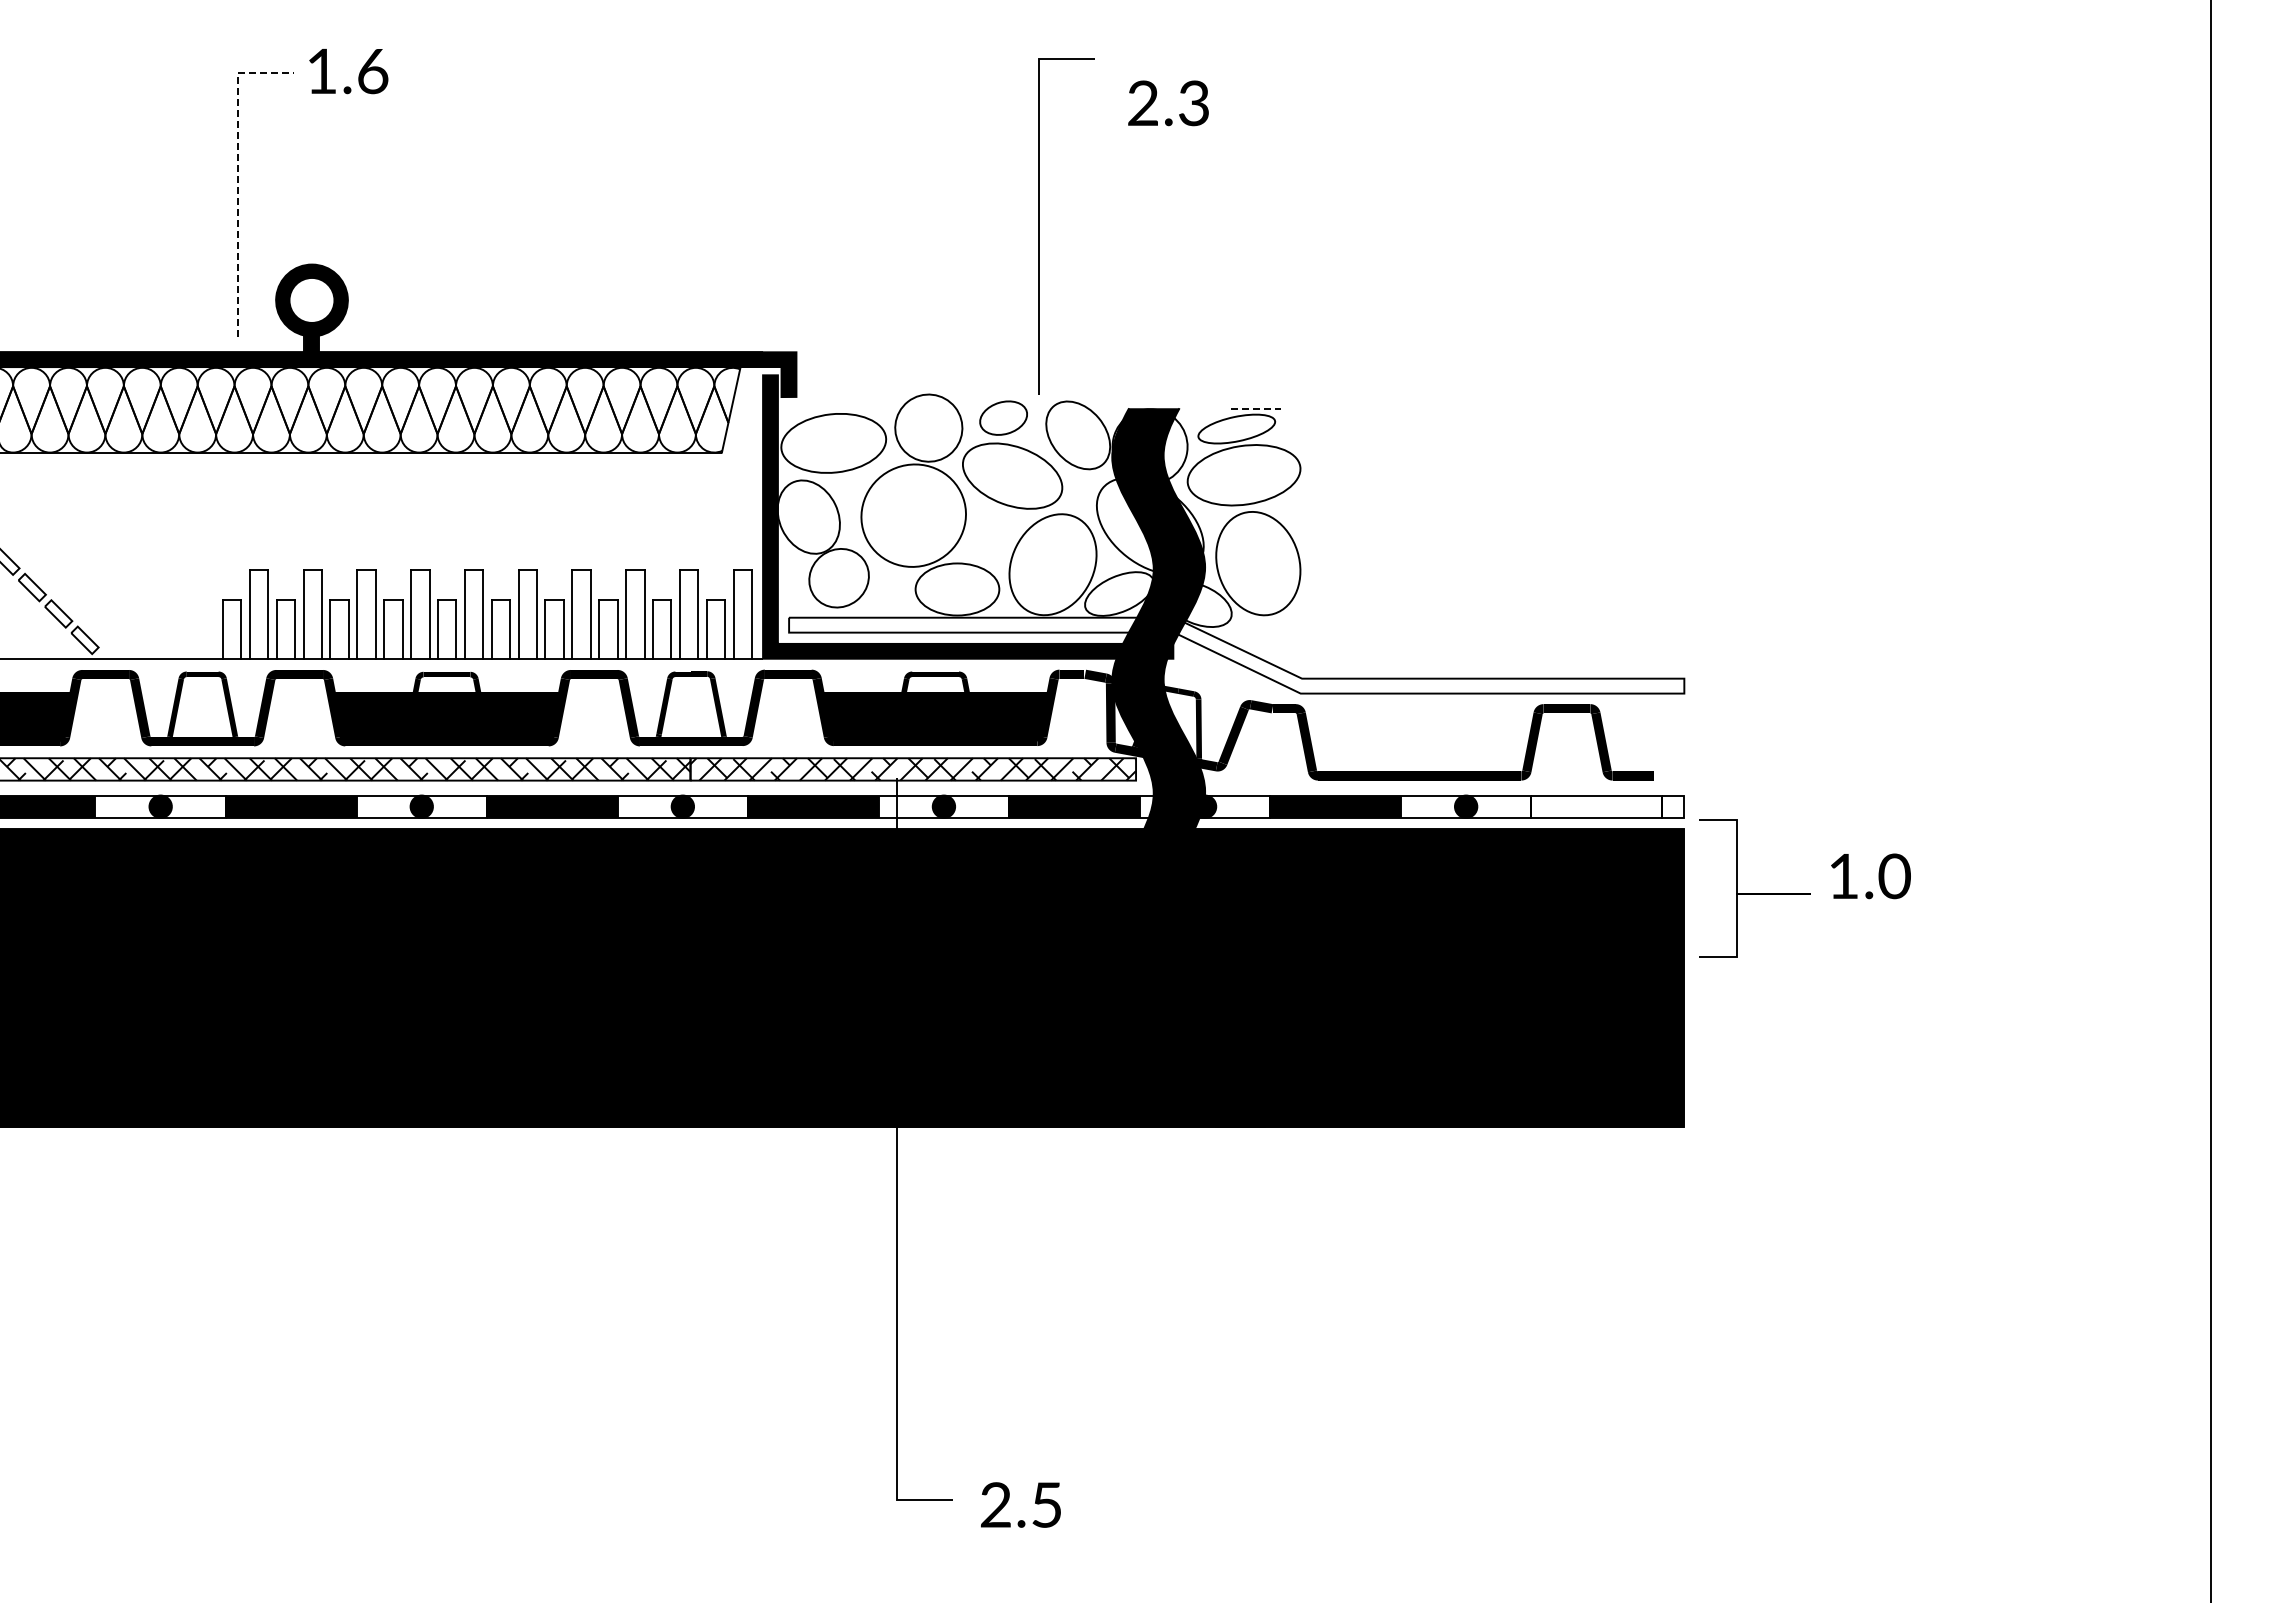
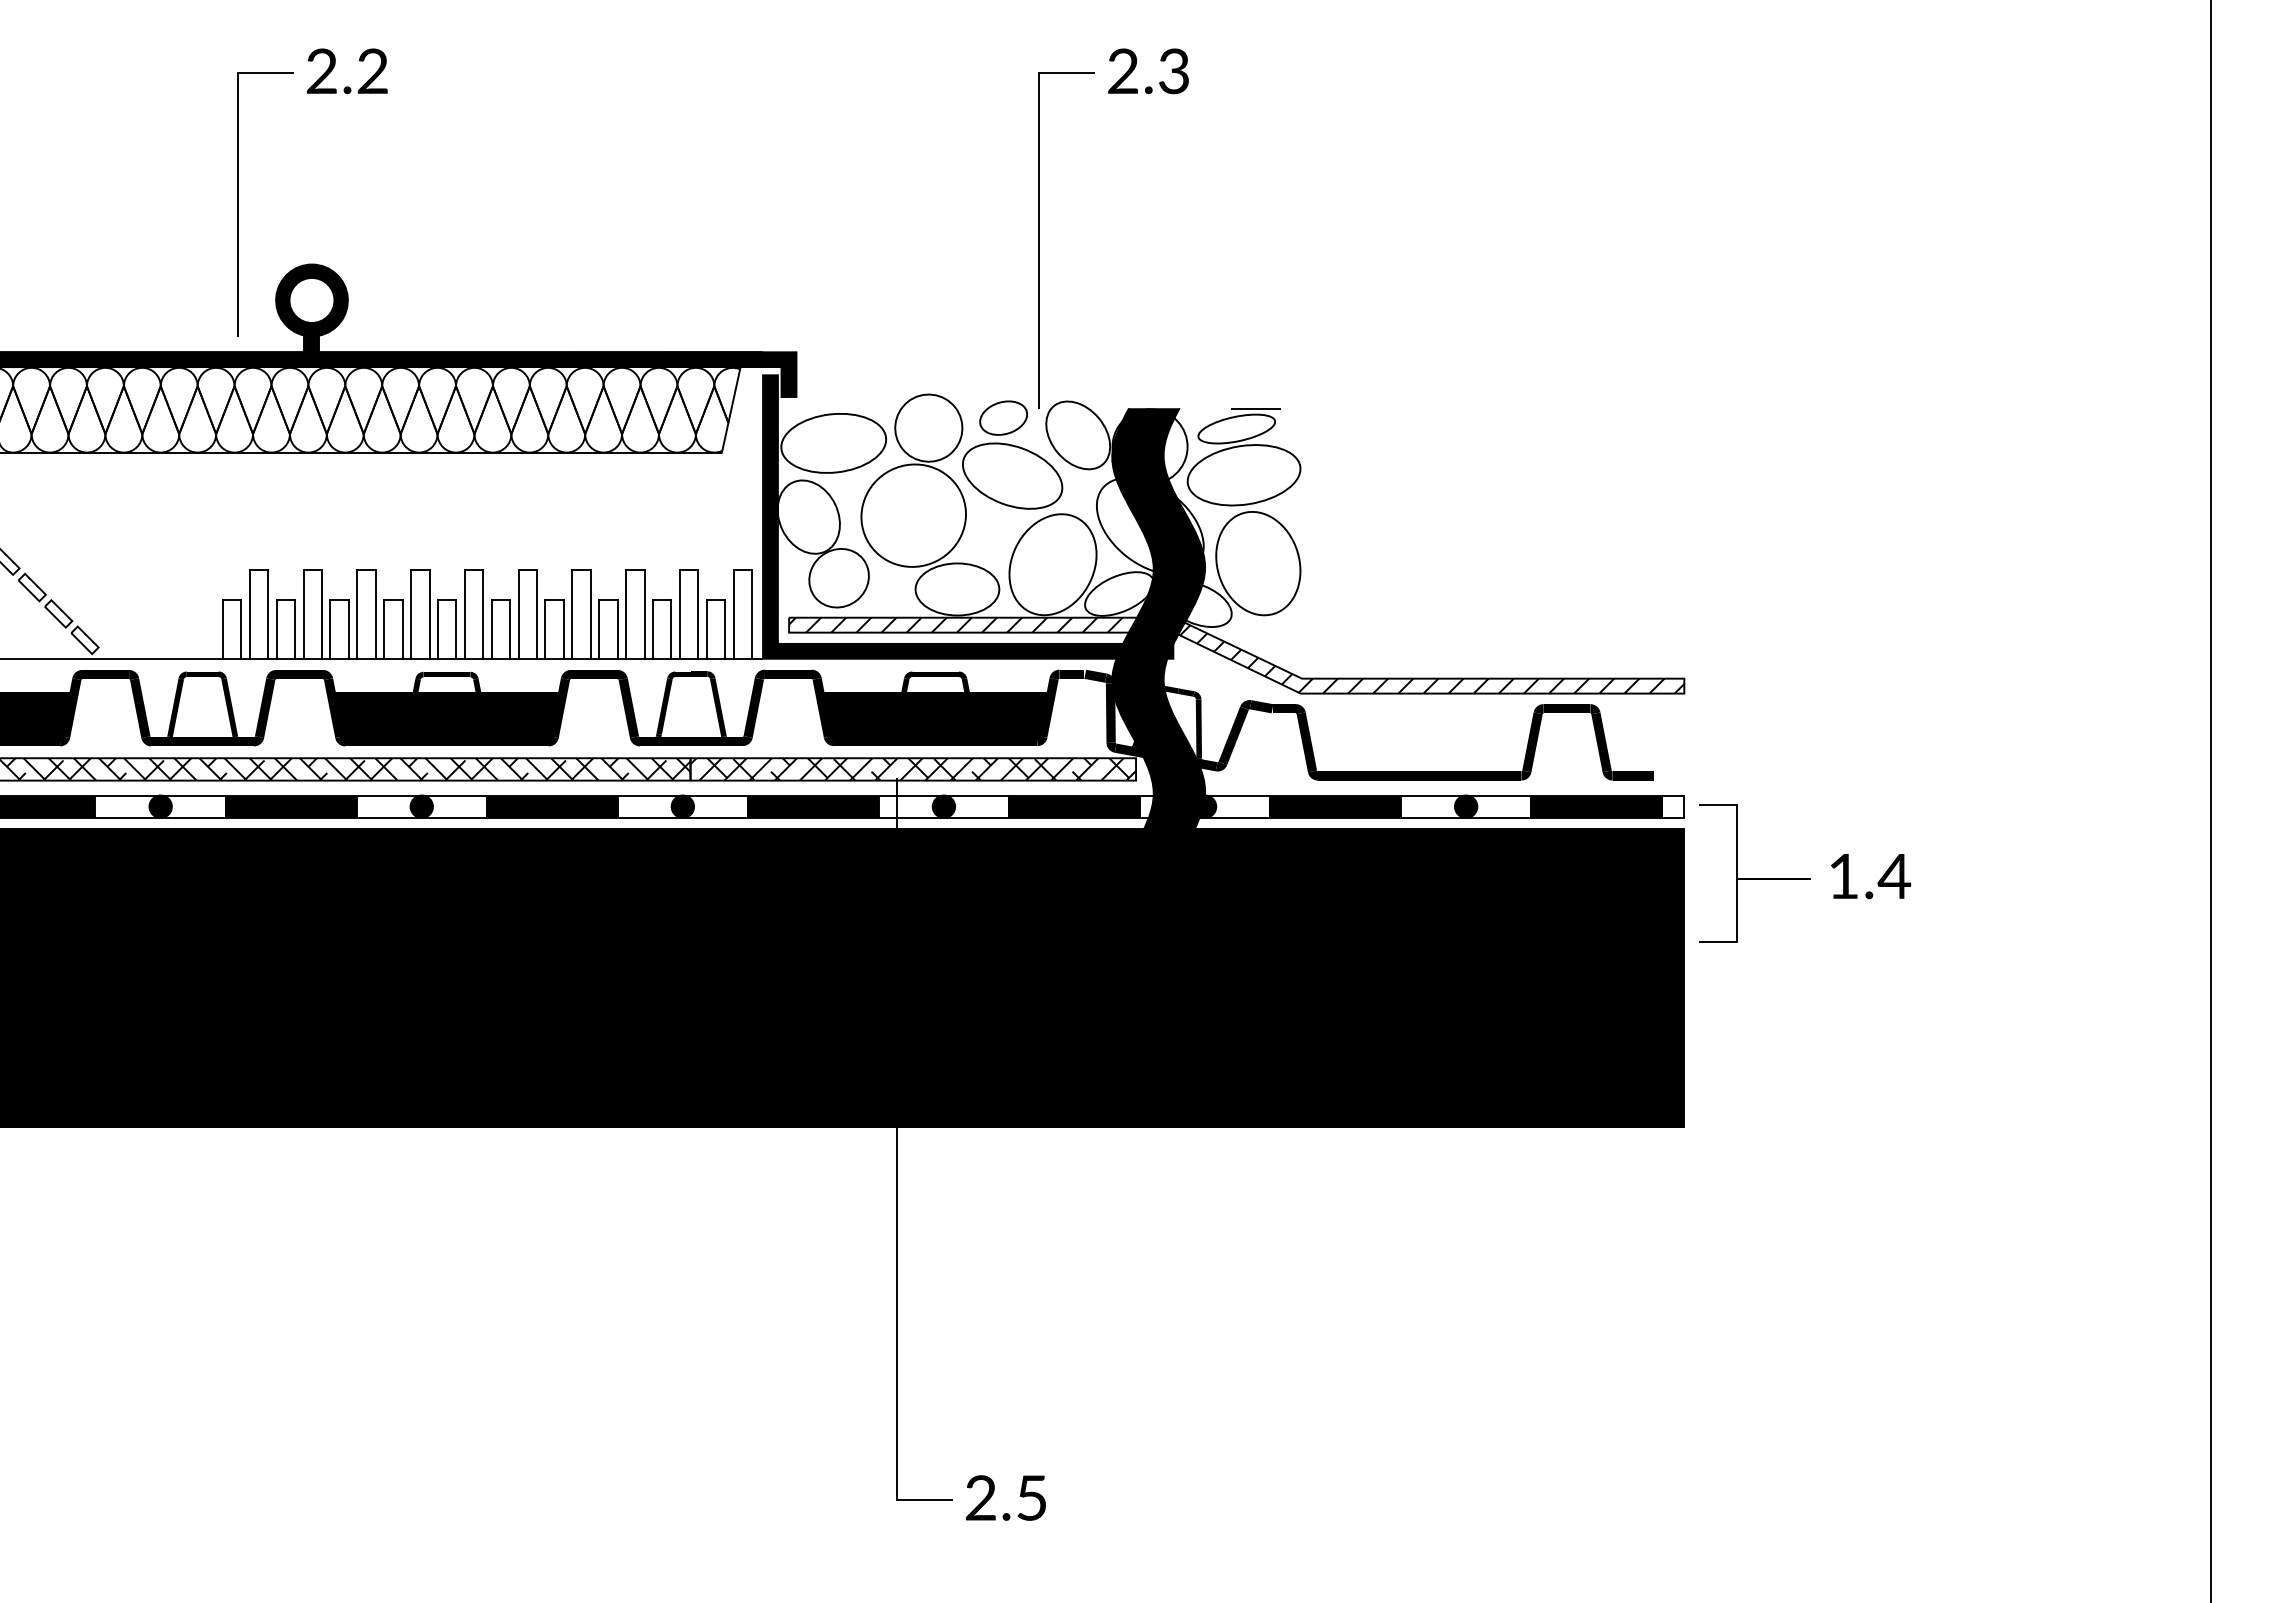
text at (347, 71): 1.6 -> 2.2
text at (1168, 103) position: (1168, 103) -> (1148, 71)
line at (237, 176): dashed -> solid
line at (1039, 226) position: (1039, 226) -> (1039, 240)
line at (1256, 408): dashed -> solid
hatch at (1236, 655): none -> present
fill at (1596, 806): none -> present
text at (1894, 876): 1.0 -> 1.4
part at (1754, 888) position: (1754, 888) -> (1754, 873)
text at (1020, 1504) position: (1020, 1504) -> (1005, 1497)
